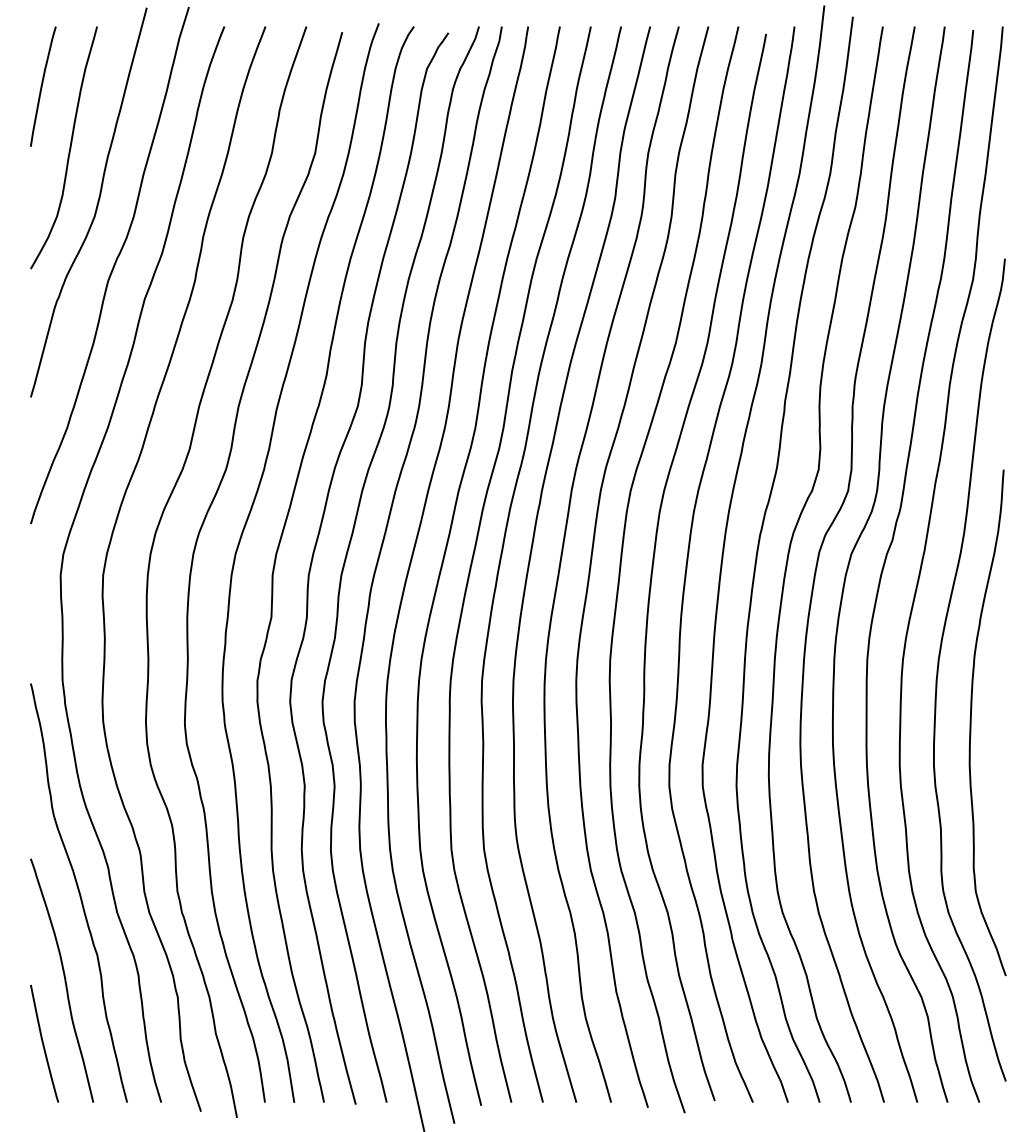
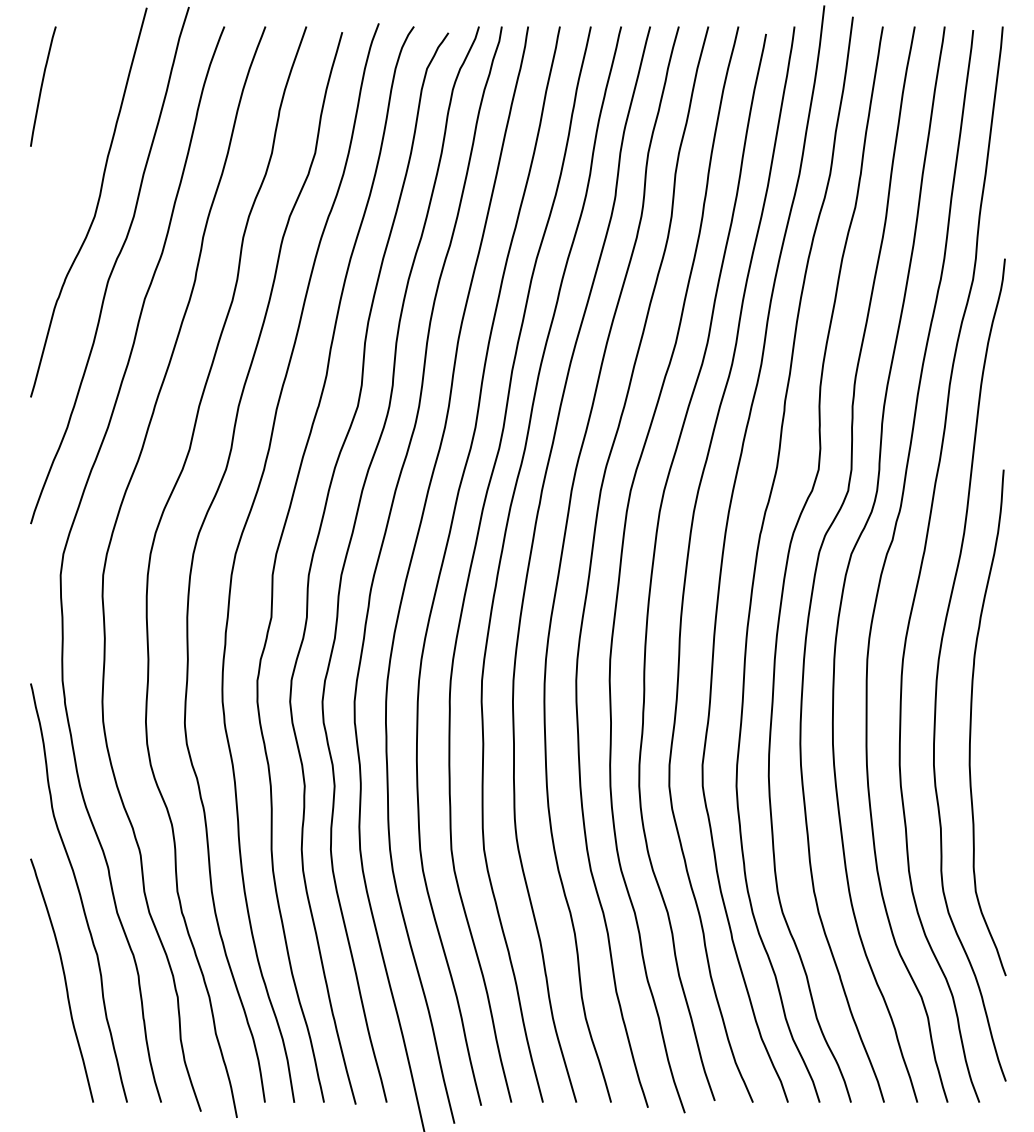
curve at (69, 147): present -> none
curve at (43, 1043): present -> none
